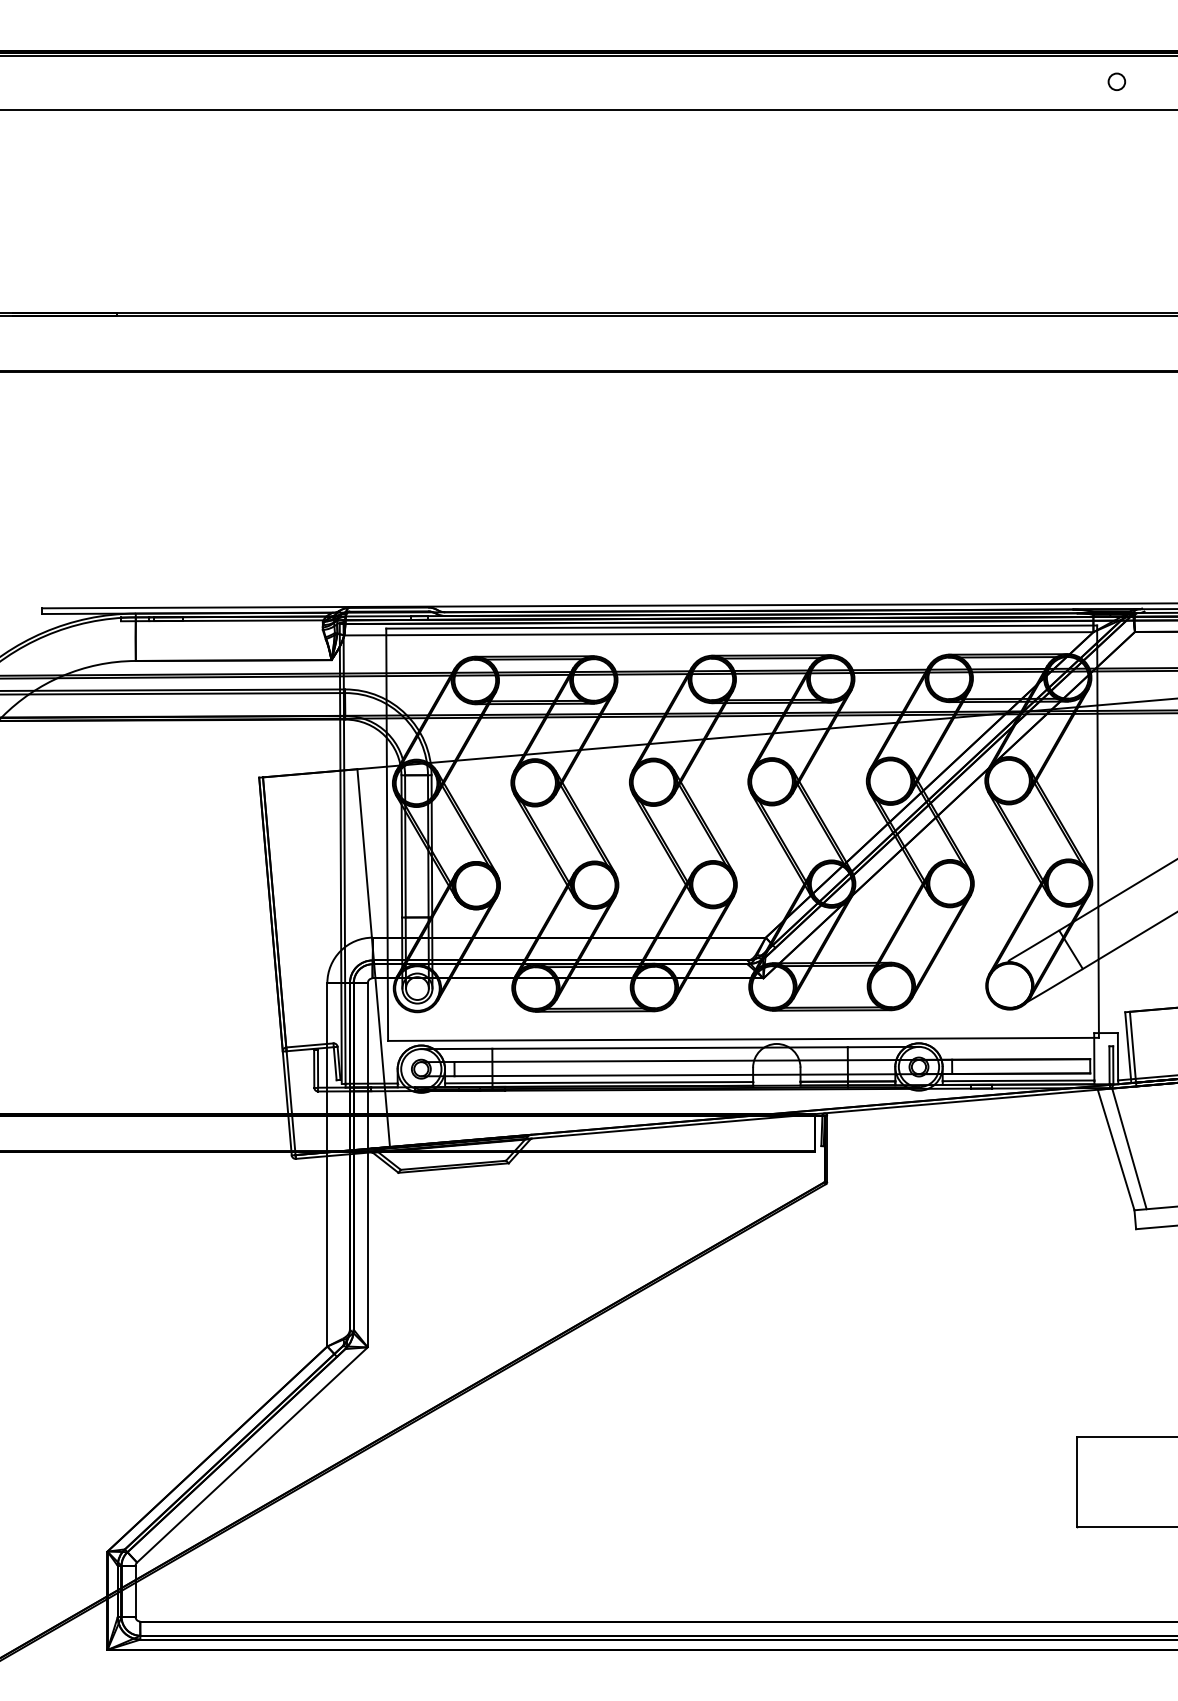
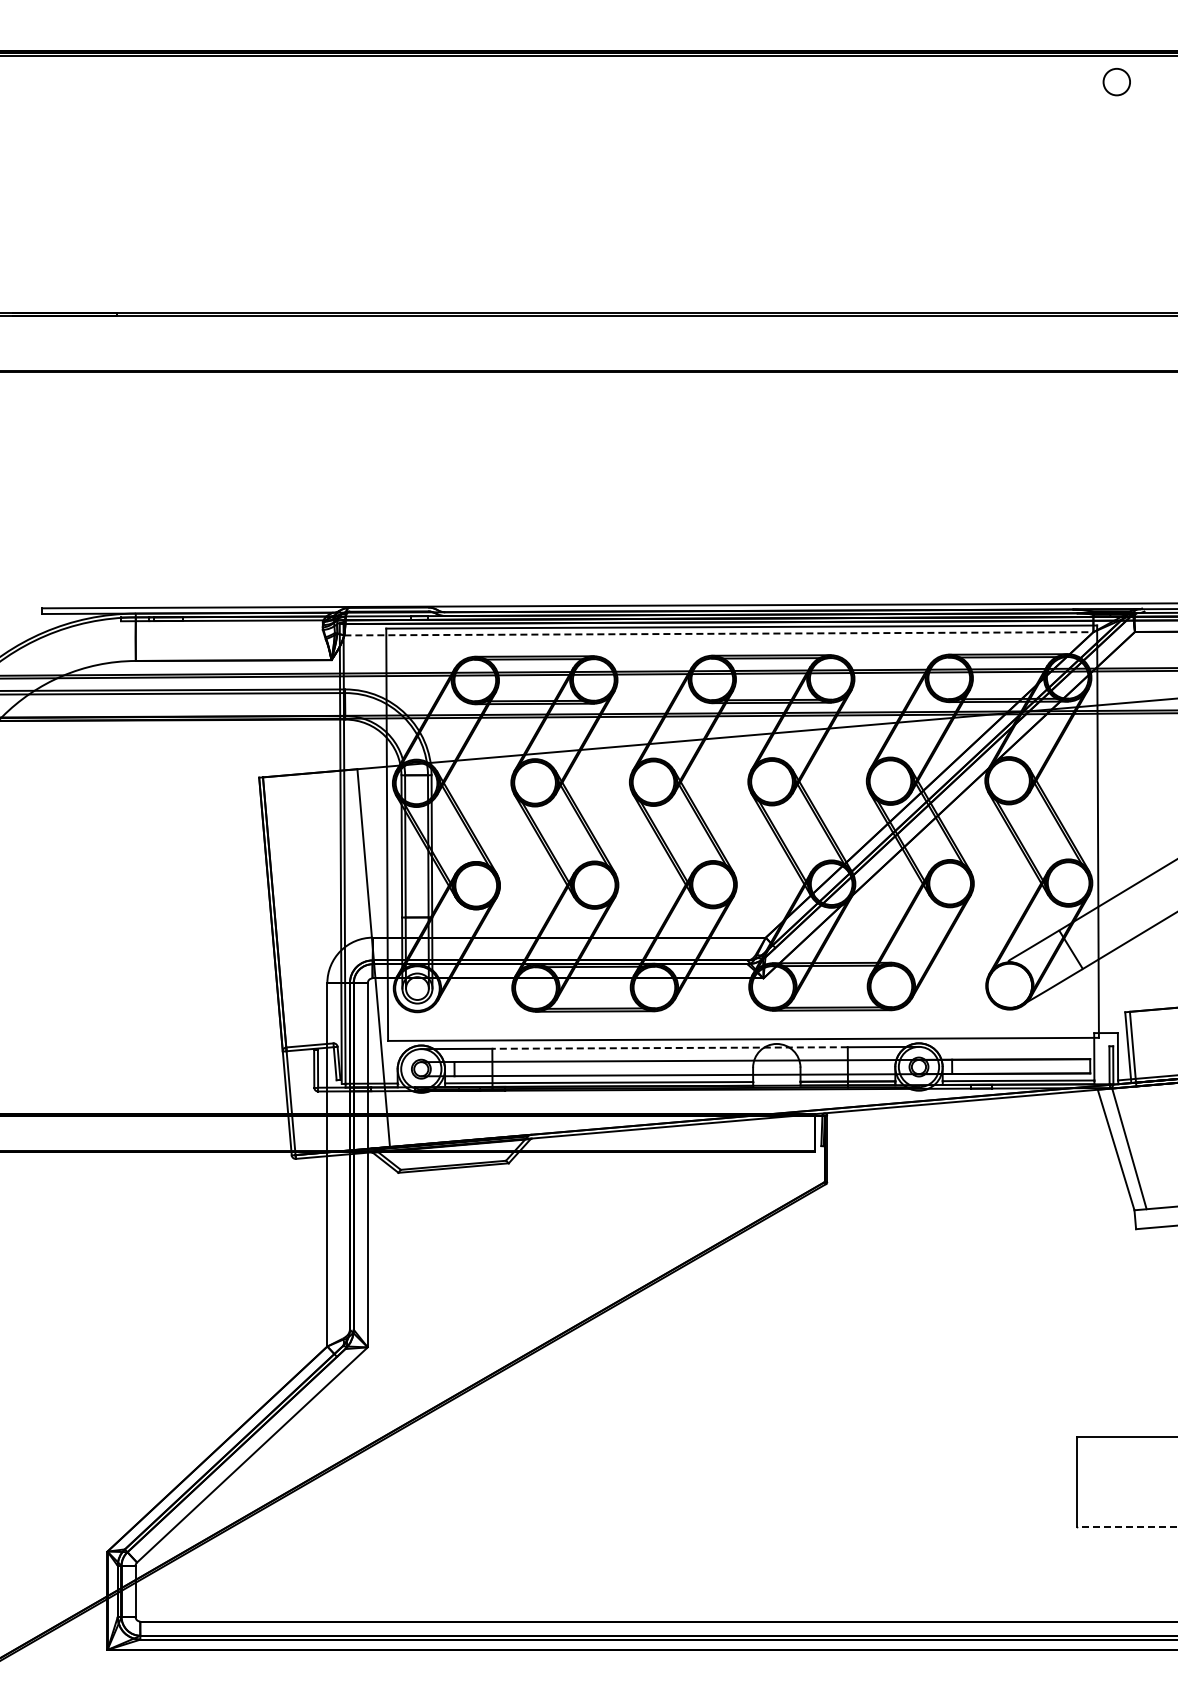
circle at (1116, 81) size: 20x19 px -> 29x29 px
line at (588, 110): present -> none
line at (718, 633): solid -> dashed
line at (670, 1048): solid -> dashed
line at (1126, 1526): solid -> dashed
